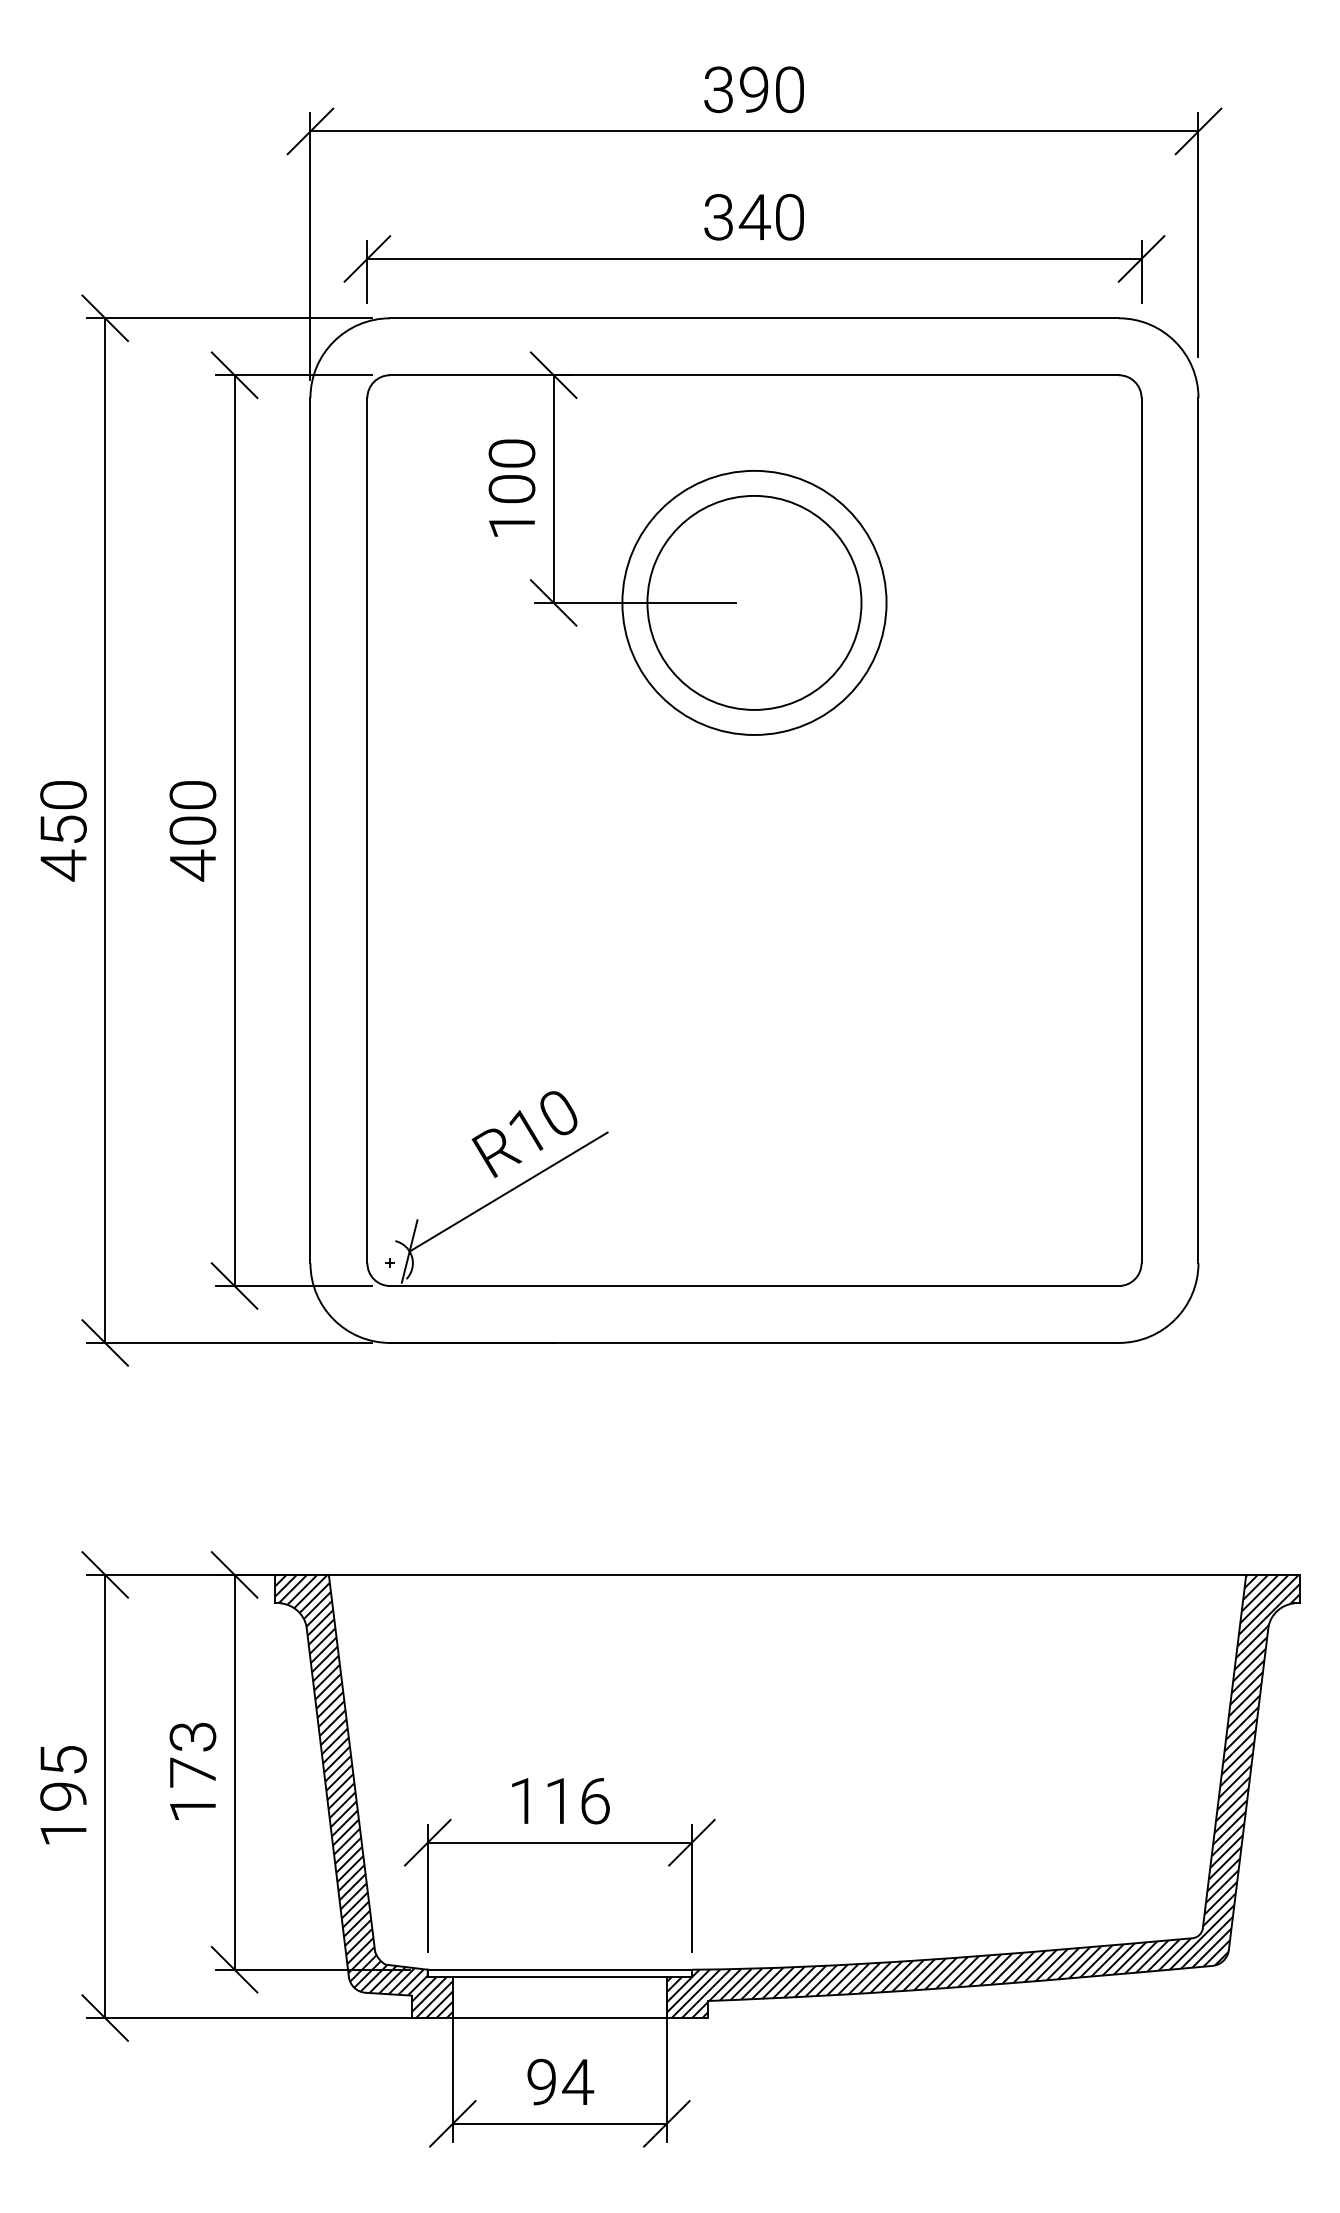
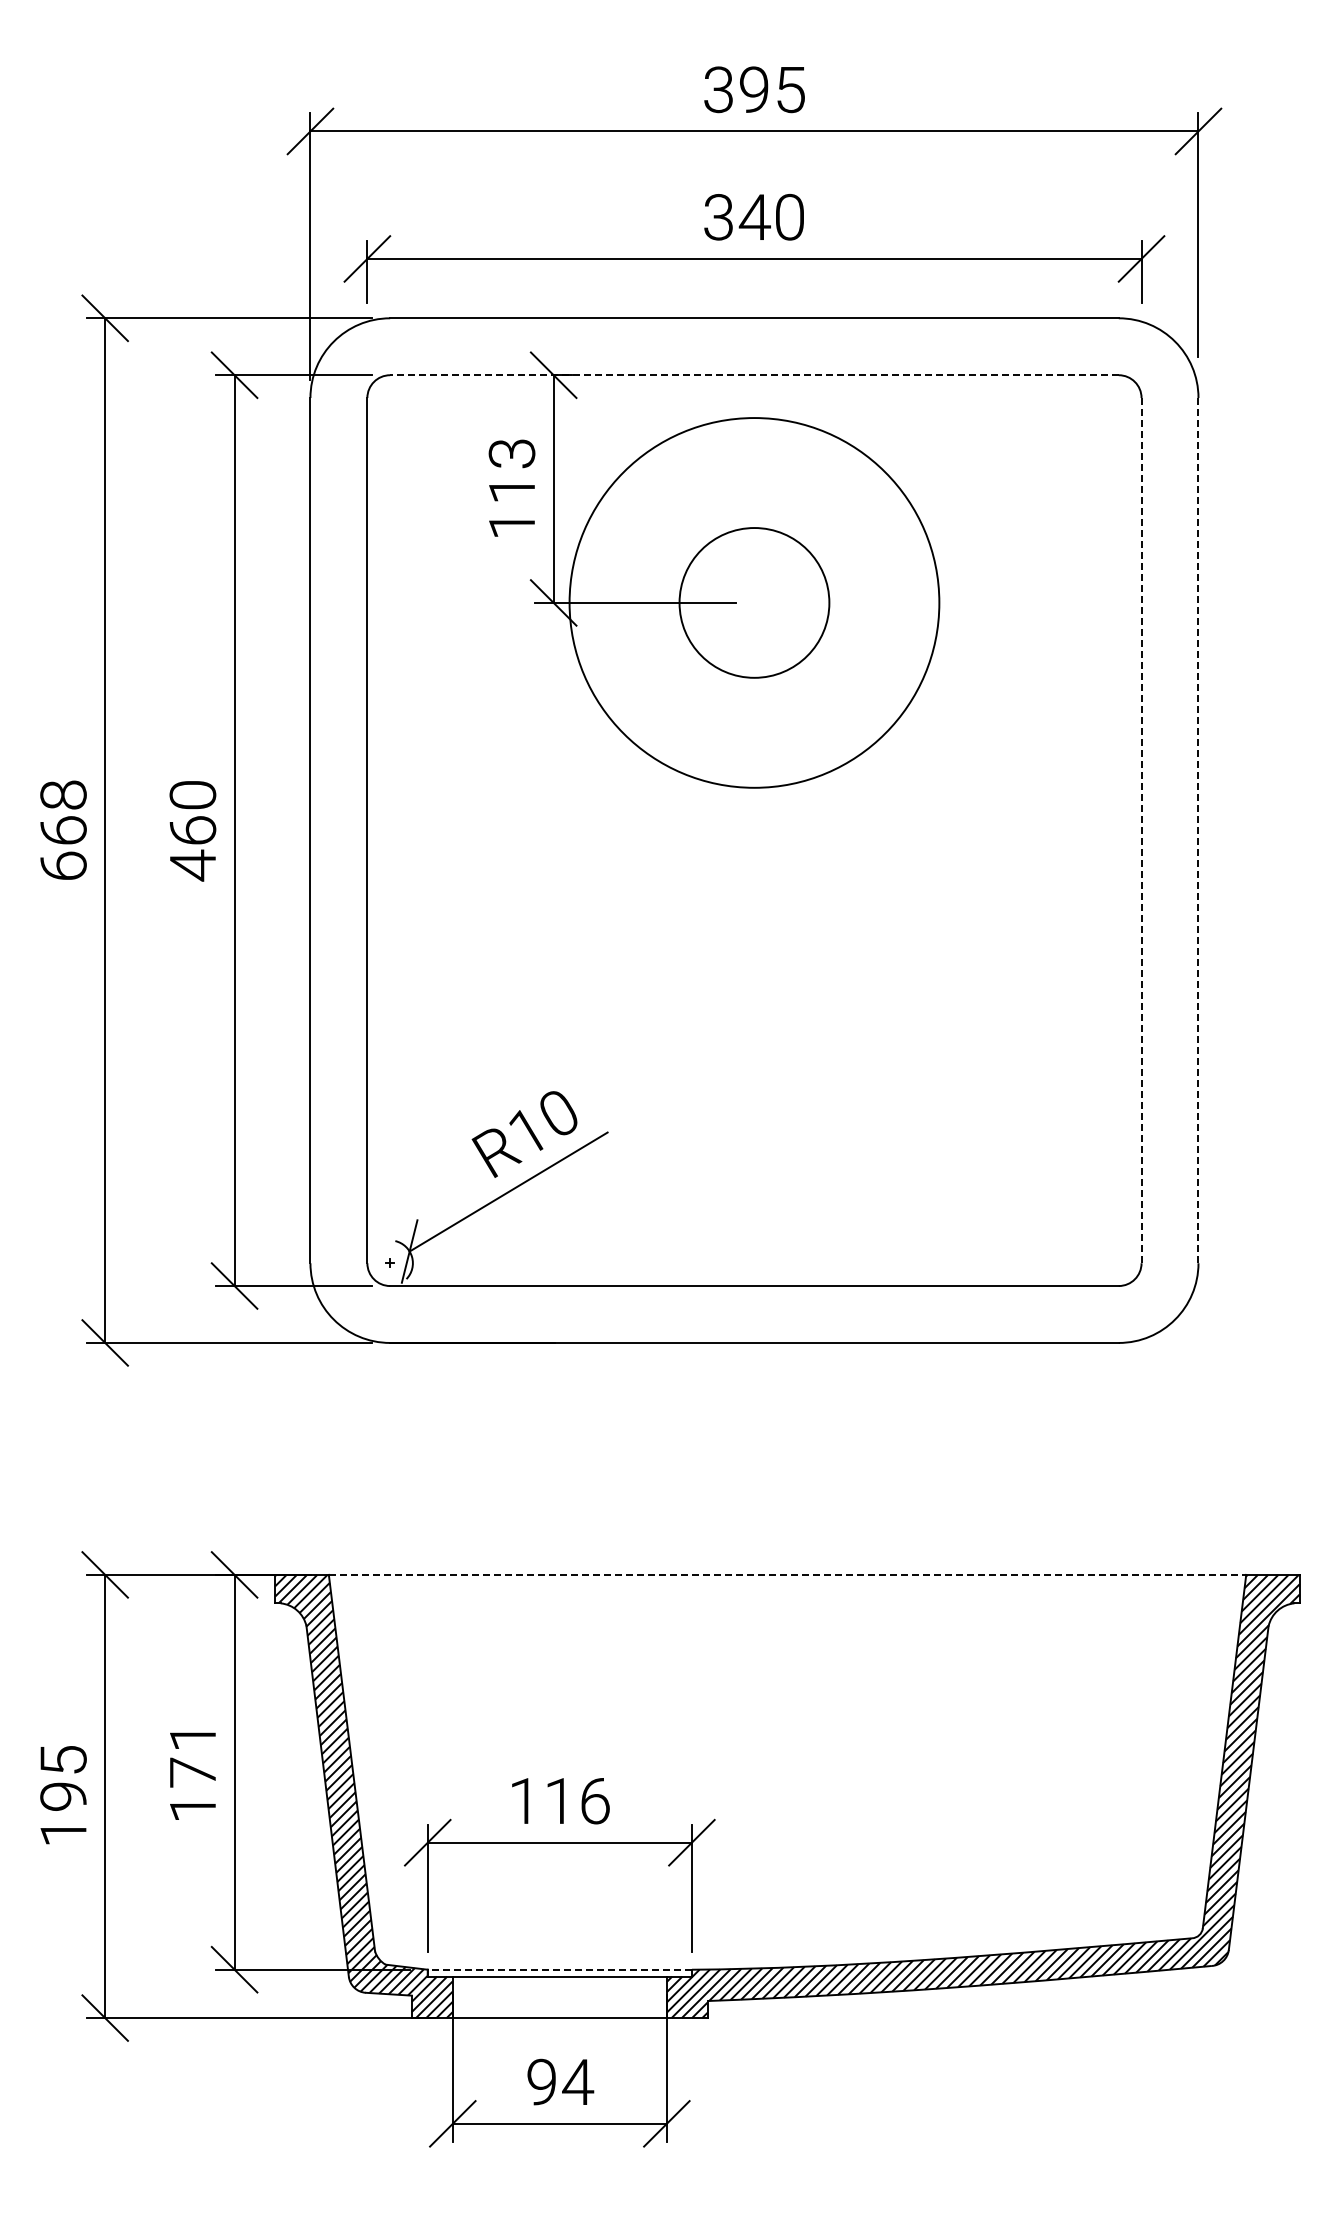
text at (790, 89): 390 -> 395
line at (753, 375): solid -> dashed
text at (511, 470): 100 -> 113
circle at (754, 602) diameter: 214 px -> 150 px
circle at (754, 602) diameter: 264 px -> 370 px
text at (63, 830): 450 -> 668
text at (192, 830): 400 -> 460
line at (1141, 830): solid -> dashed
line at (1198, 830): solid -> dashed
line at (787, 1574): solid -> dashed
text at (192, 1737): 173 -> 171
line at (559, 1969): solid -> dashed
